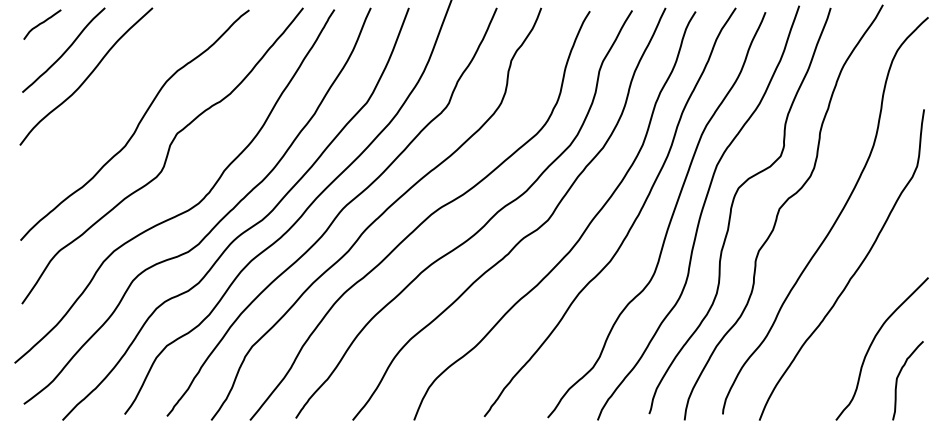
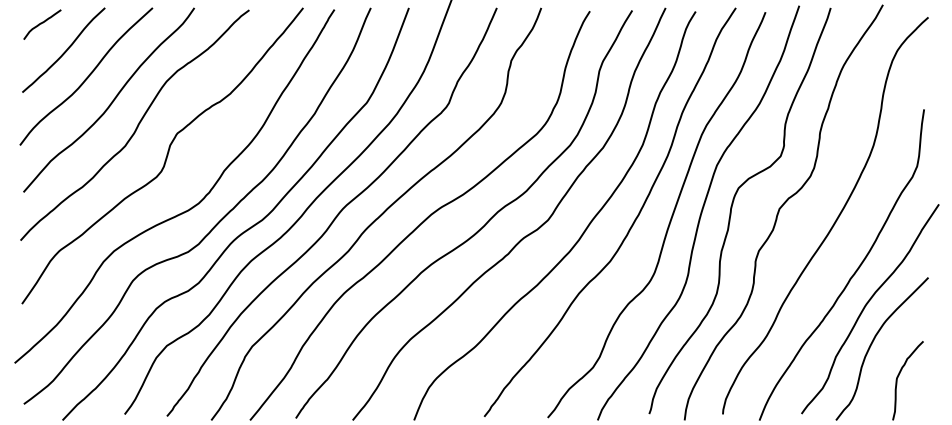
curve at (111, 101): none -> present
curve at (866, 306): none -> present
